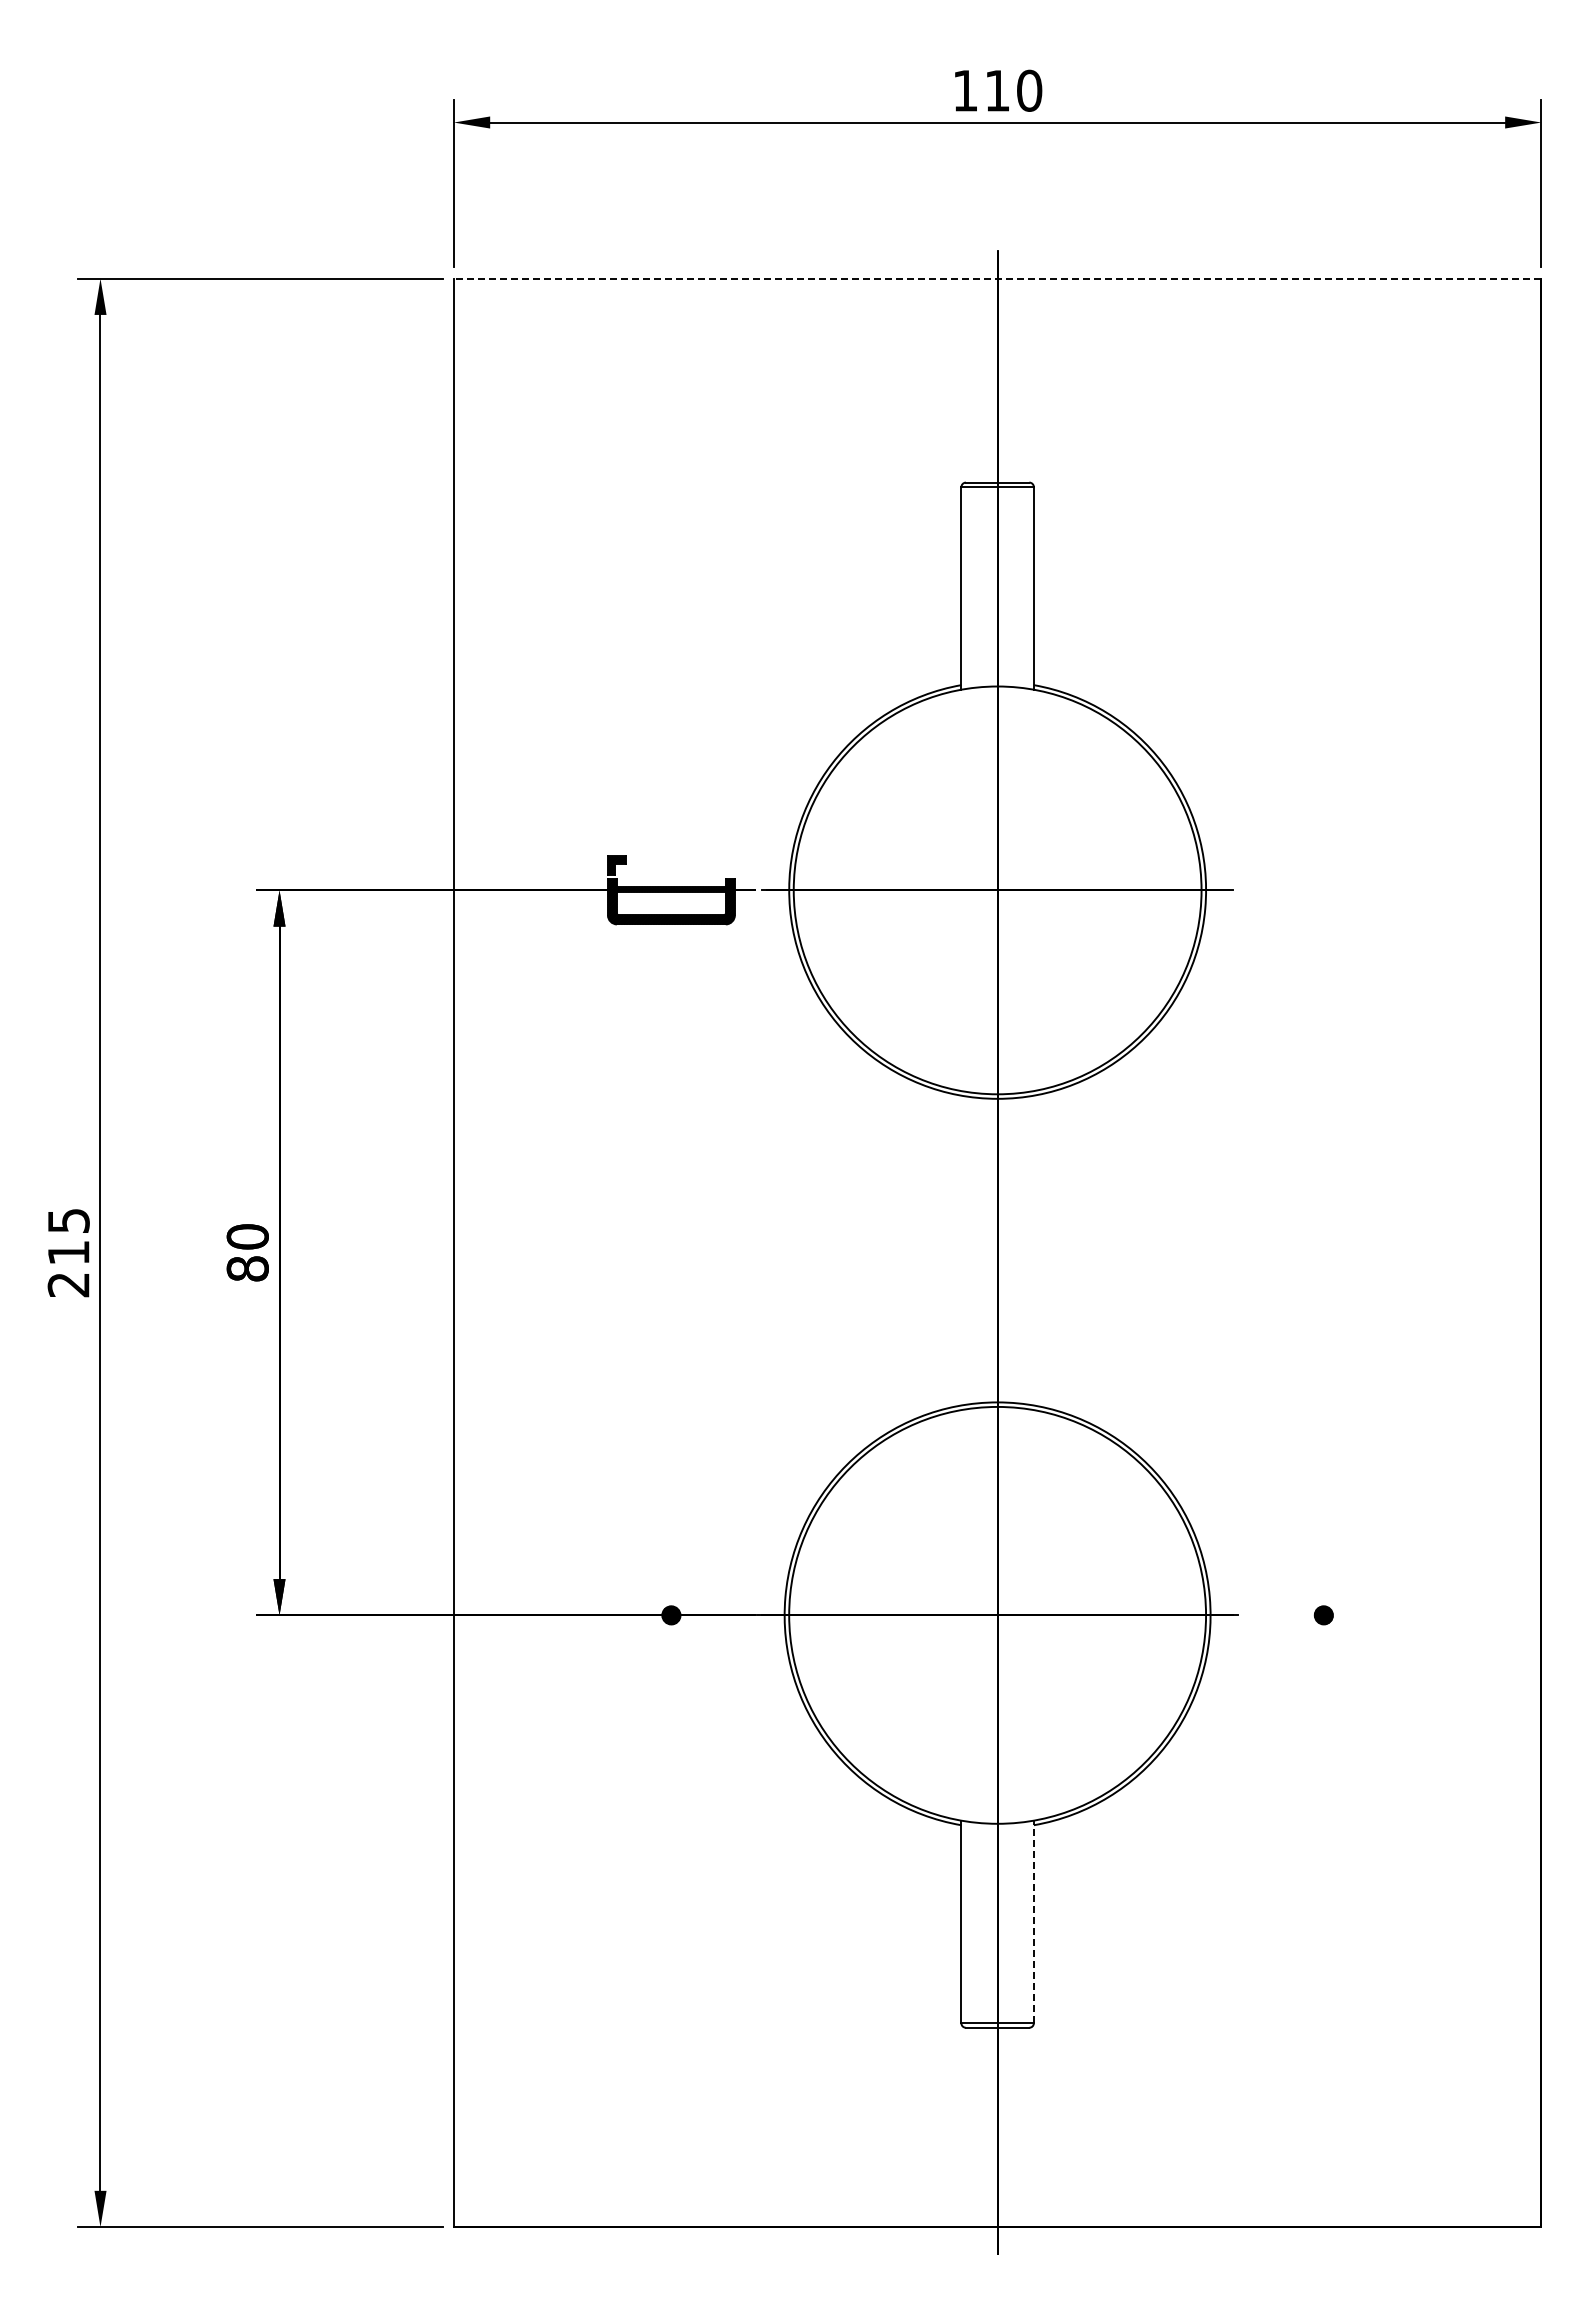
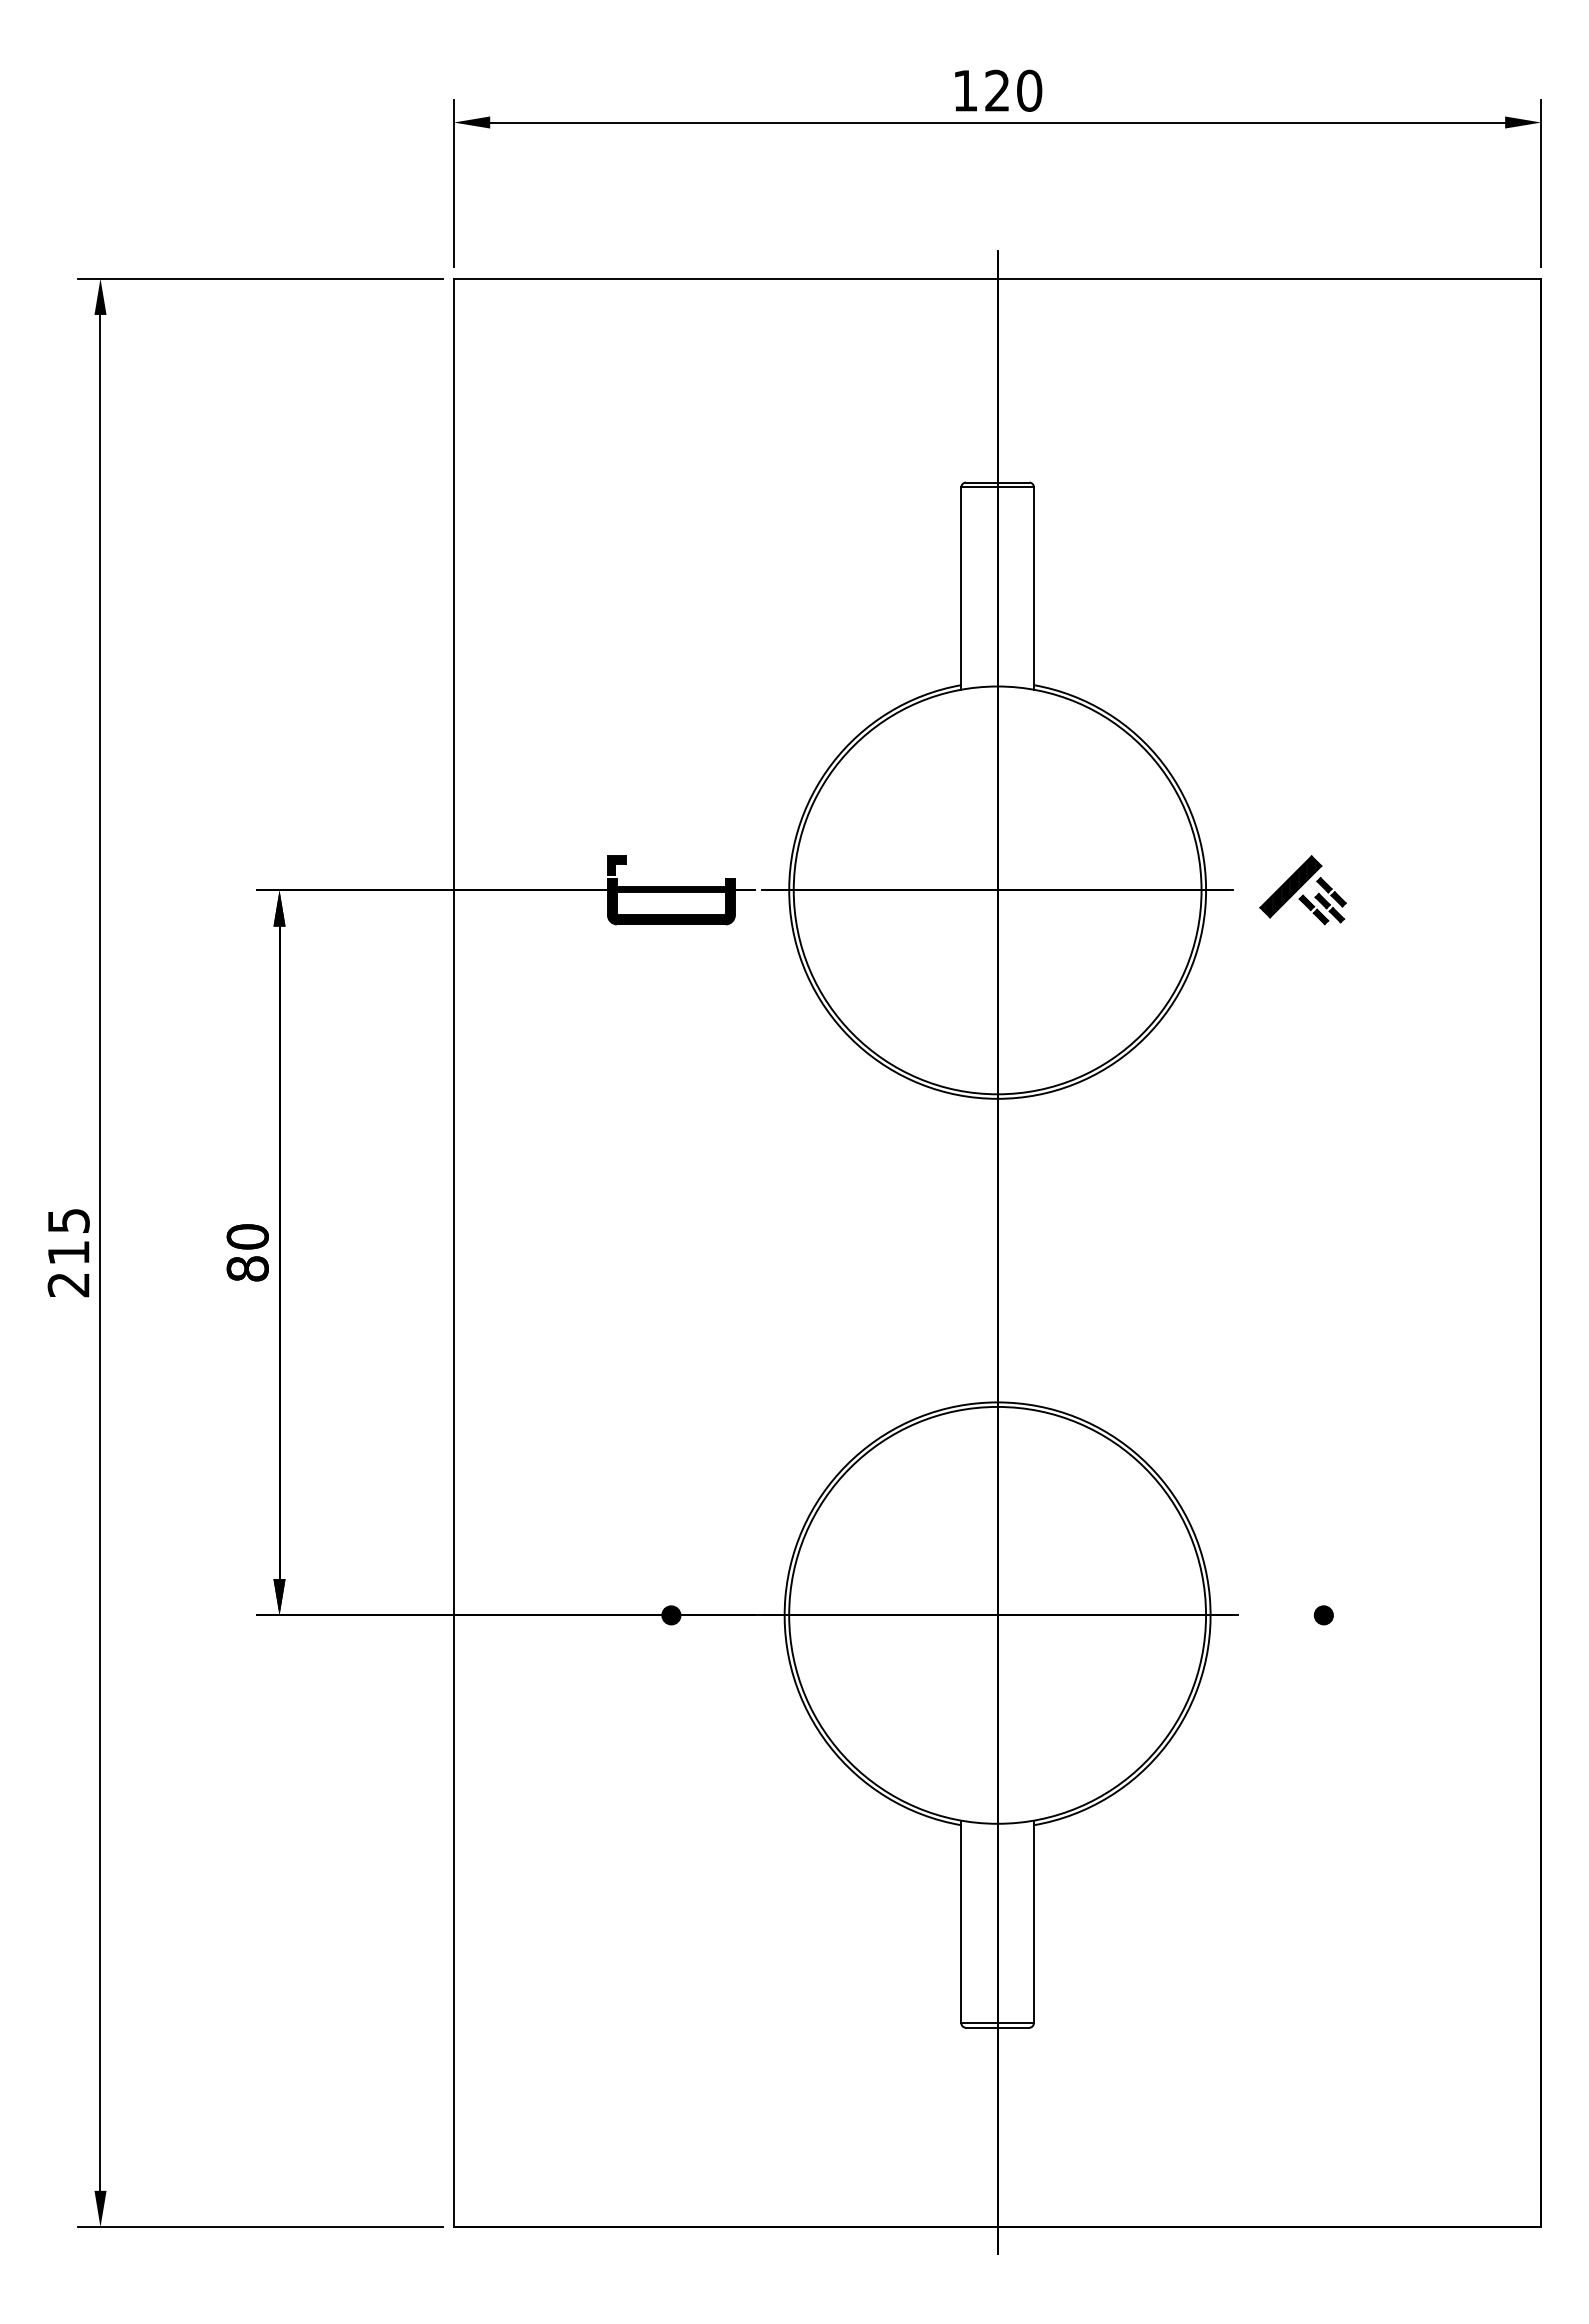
text at (996, 90): 110 -> 120
line at (997, 278): dashed -> solid
part at (1302, 890): none -> present
line at (1033, 1921): dashed -> solid
